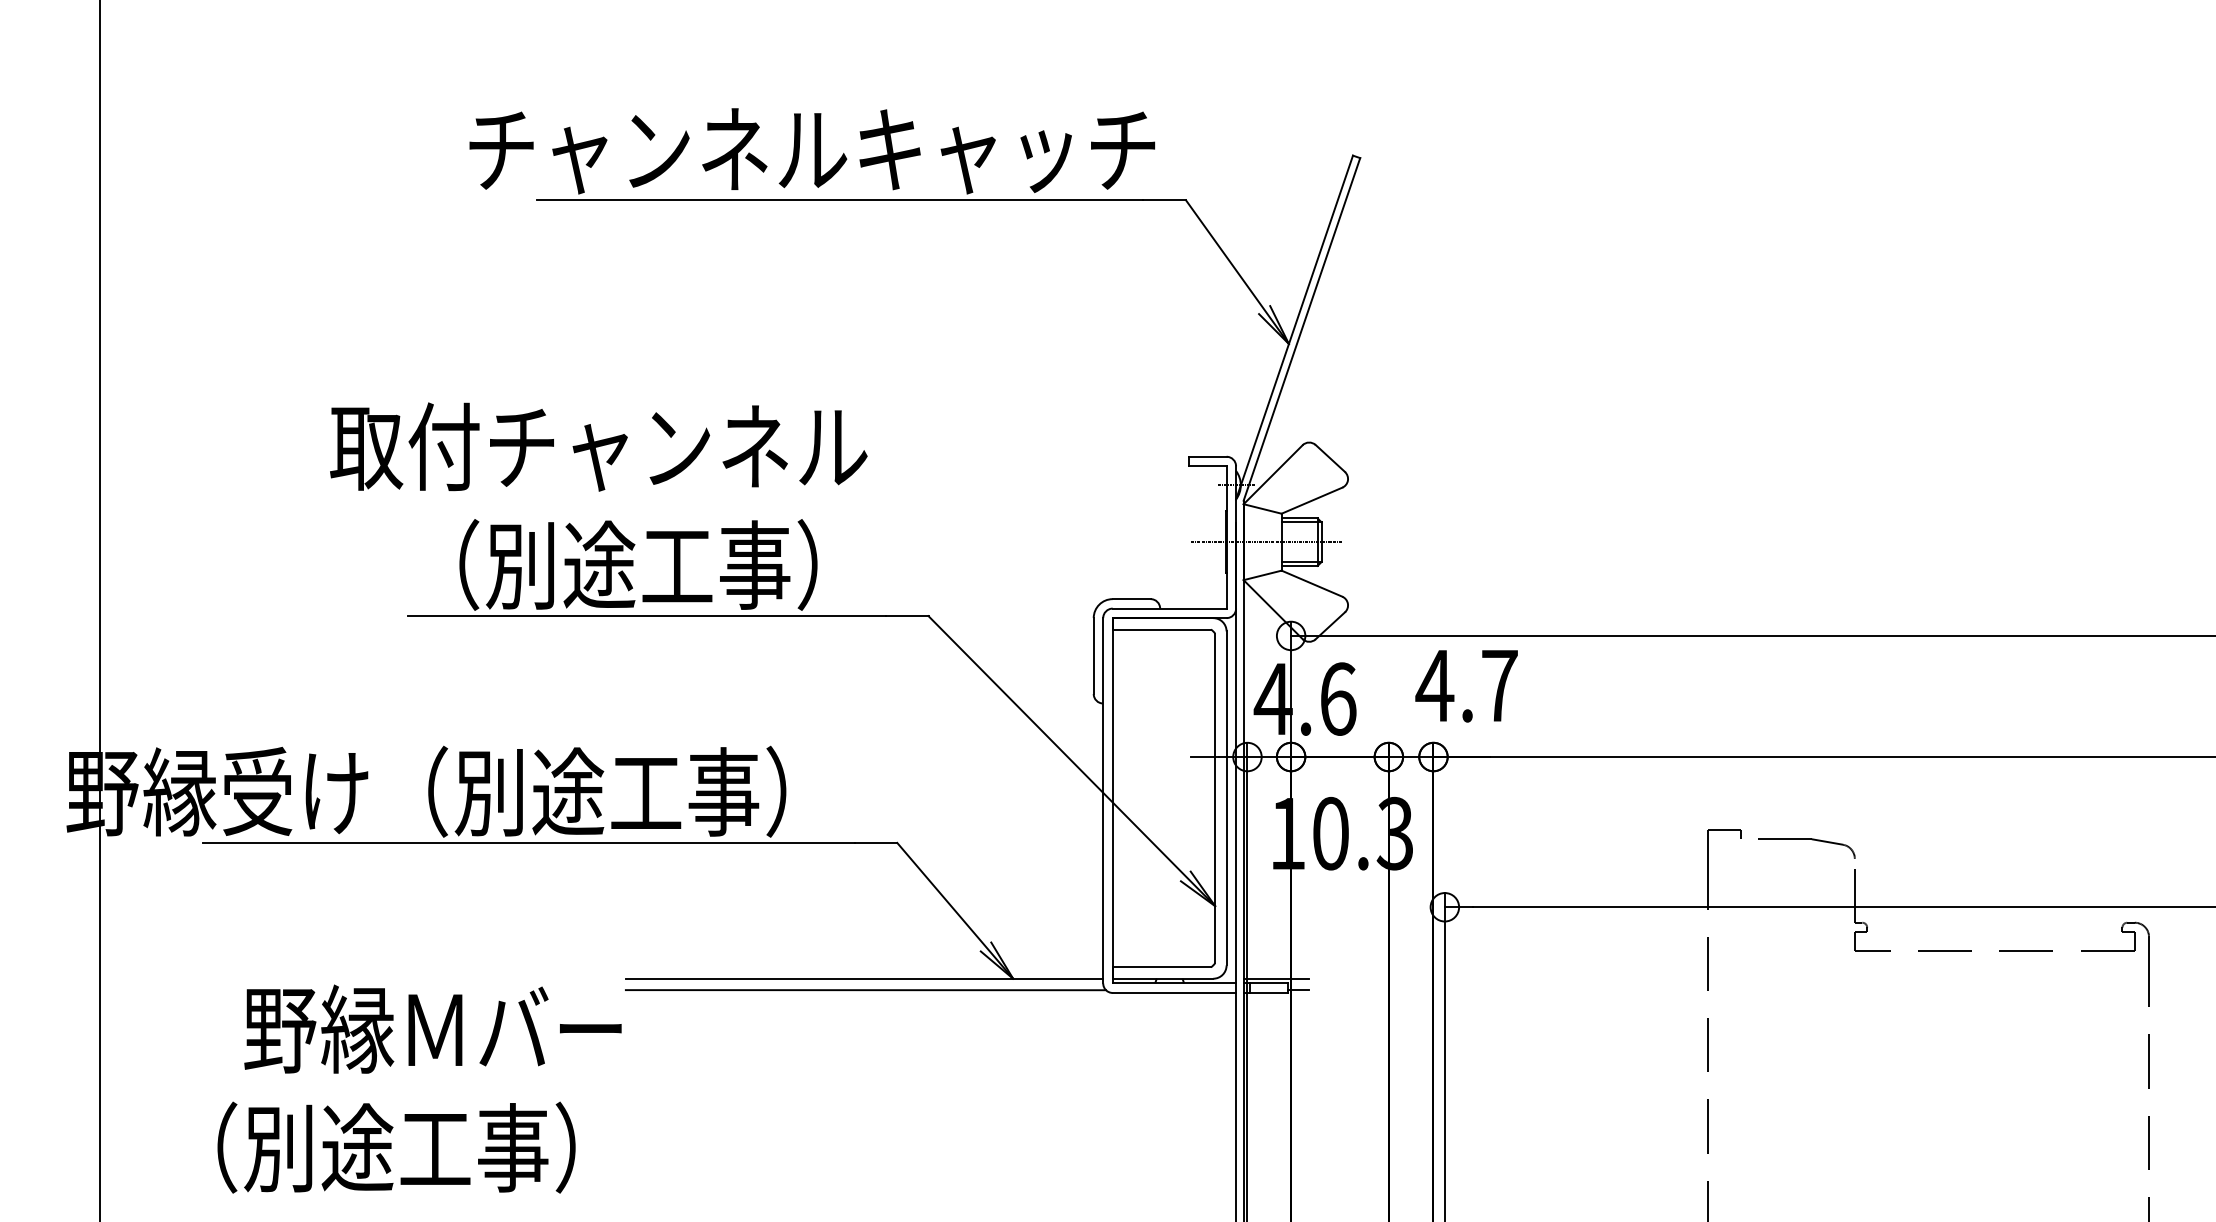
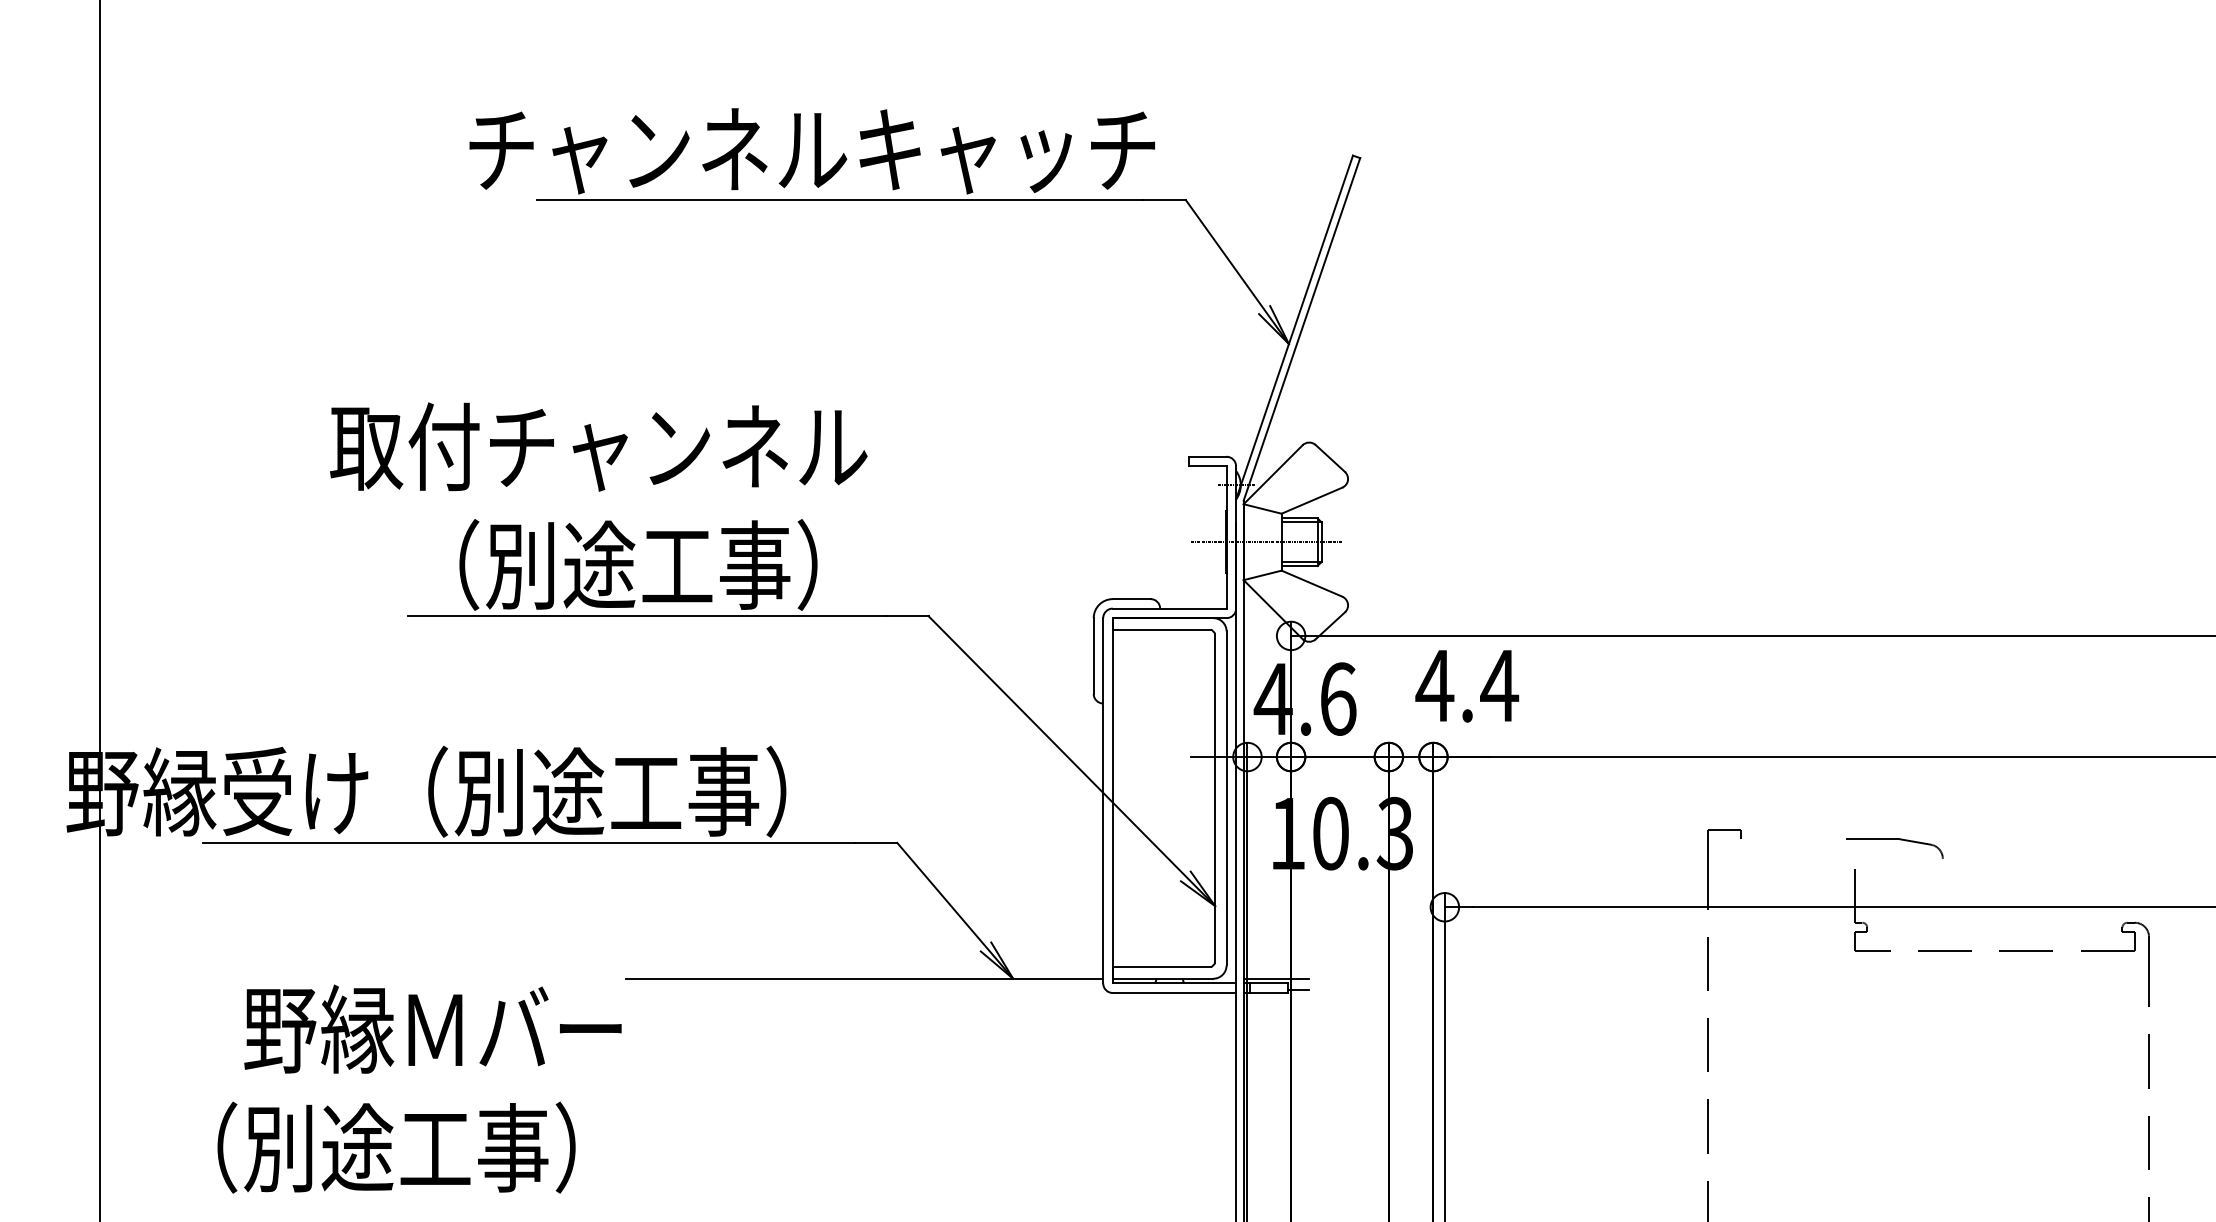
text at (1499, 685): 4.7 -> 4.4
part at (1806, 839) position: (1806, 839) -> (1894, 839)
line at (865, 990): present -> none
